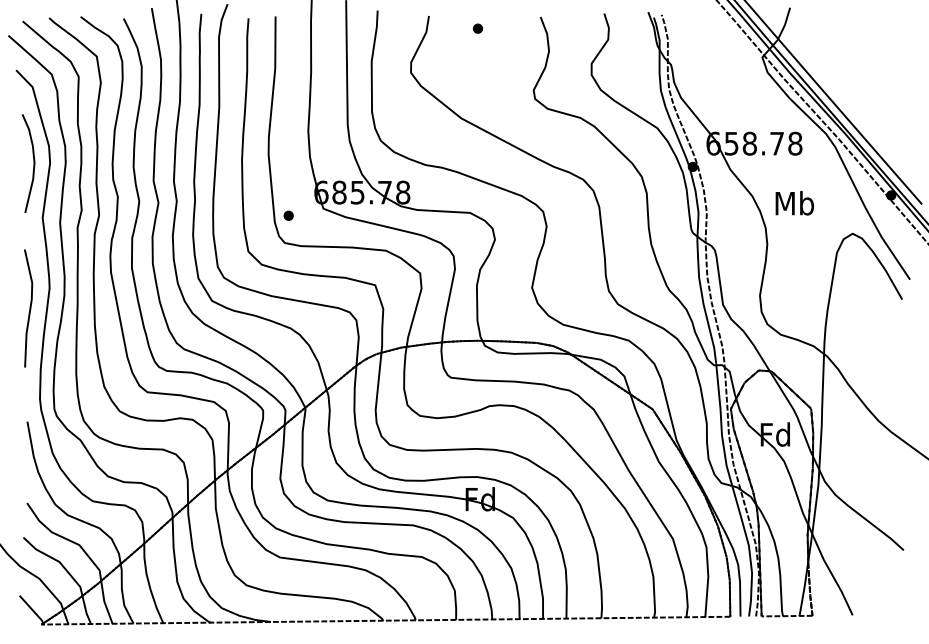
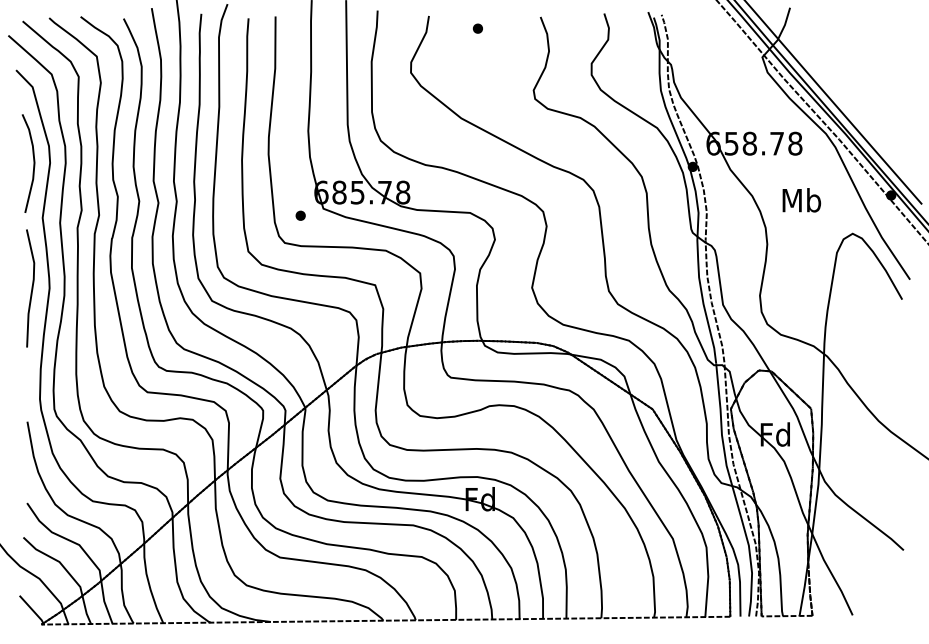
text at (794, 203) position: (794, 203) -> (801, 200)
part at (288, 215) position: (288, 215) -> (300, 215)
line at (29, 308) position: (29, 308) -> (31, 288)
